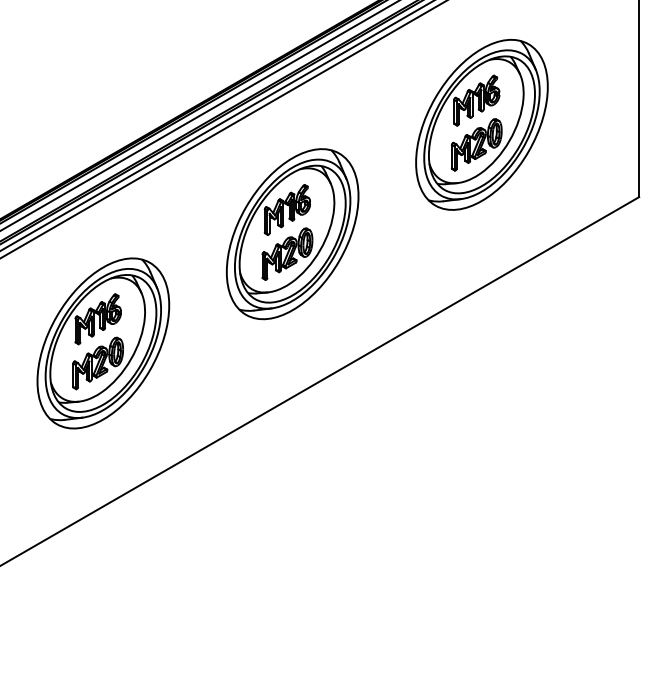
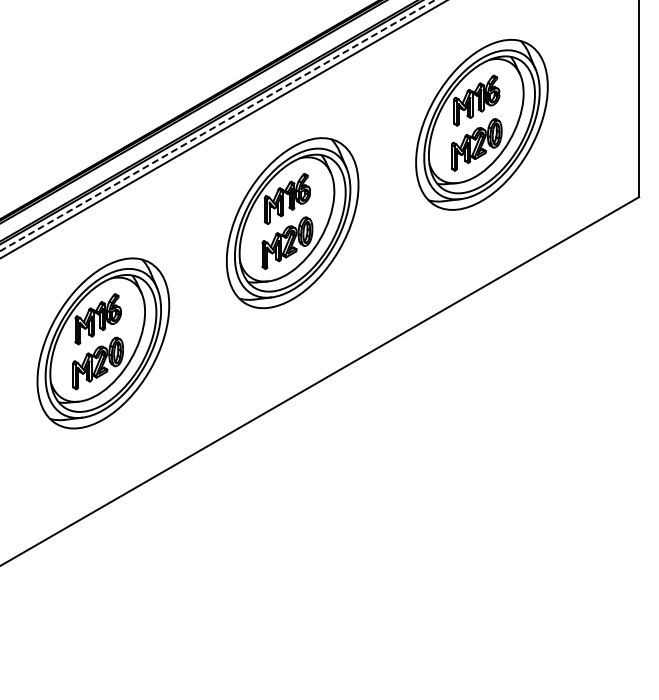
line at (199, 115): present -> none
line at (217, 125): solid -> dashed
part at (292, 234) position: (292, 234) -> (292, 223)
